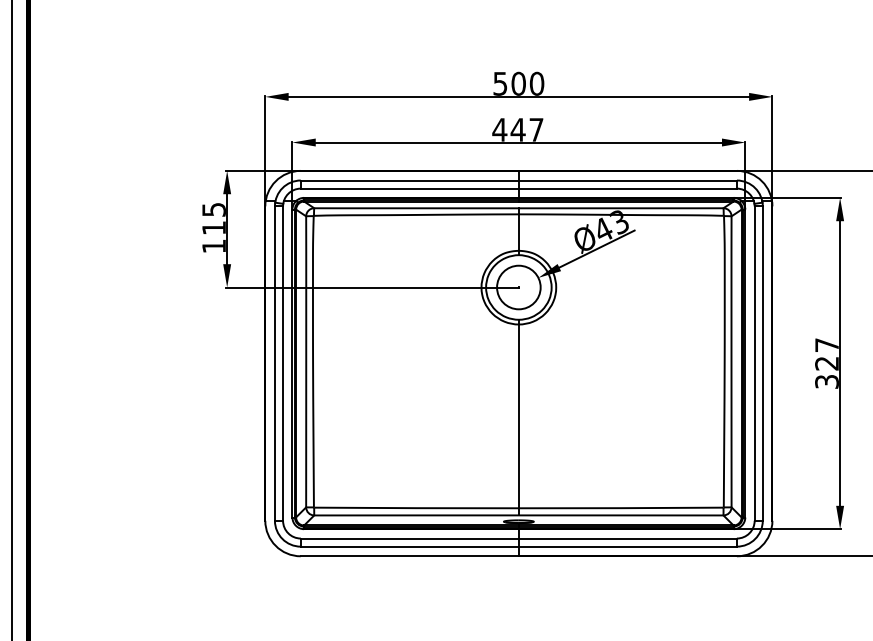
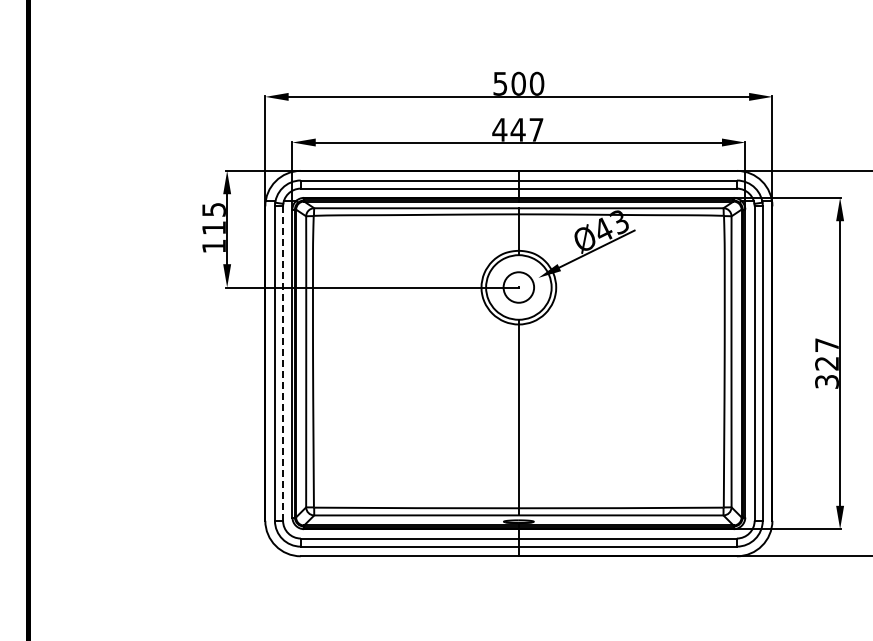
circle at (518, 287) diameter: 44 px -> 31 px
line at (12, 319): present -> none
line at (283, 363): solid -> dashed
